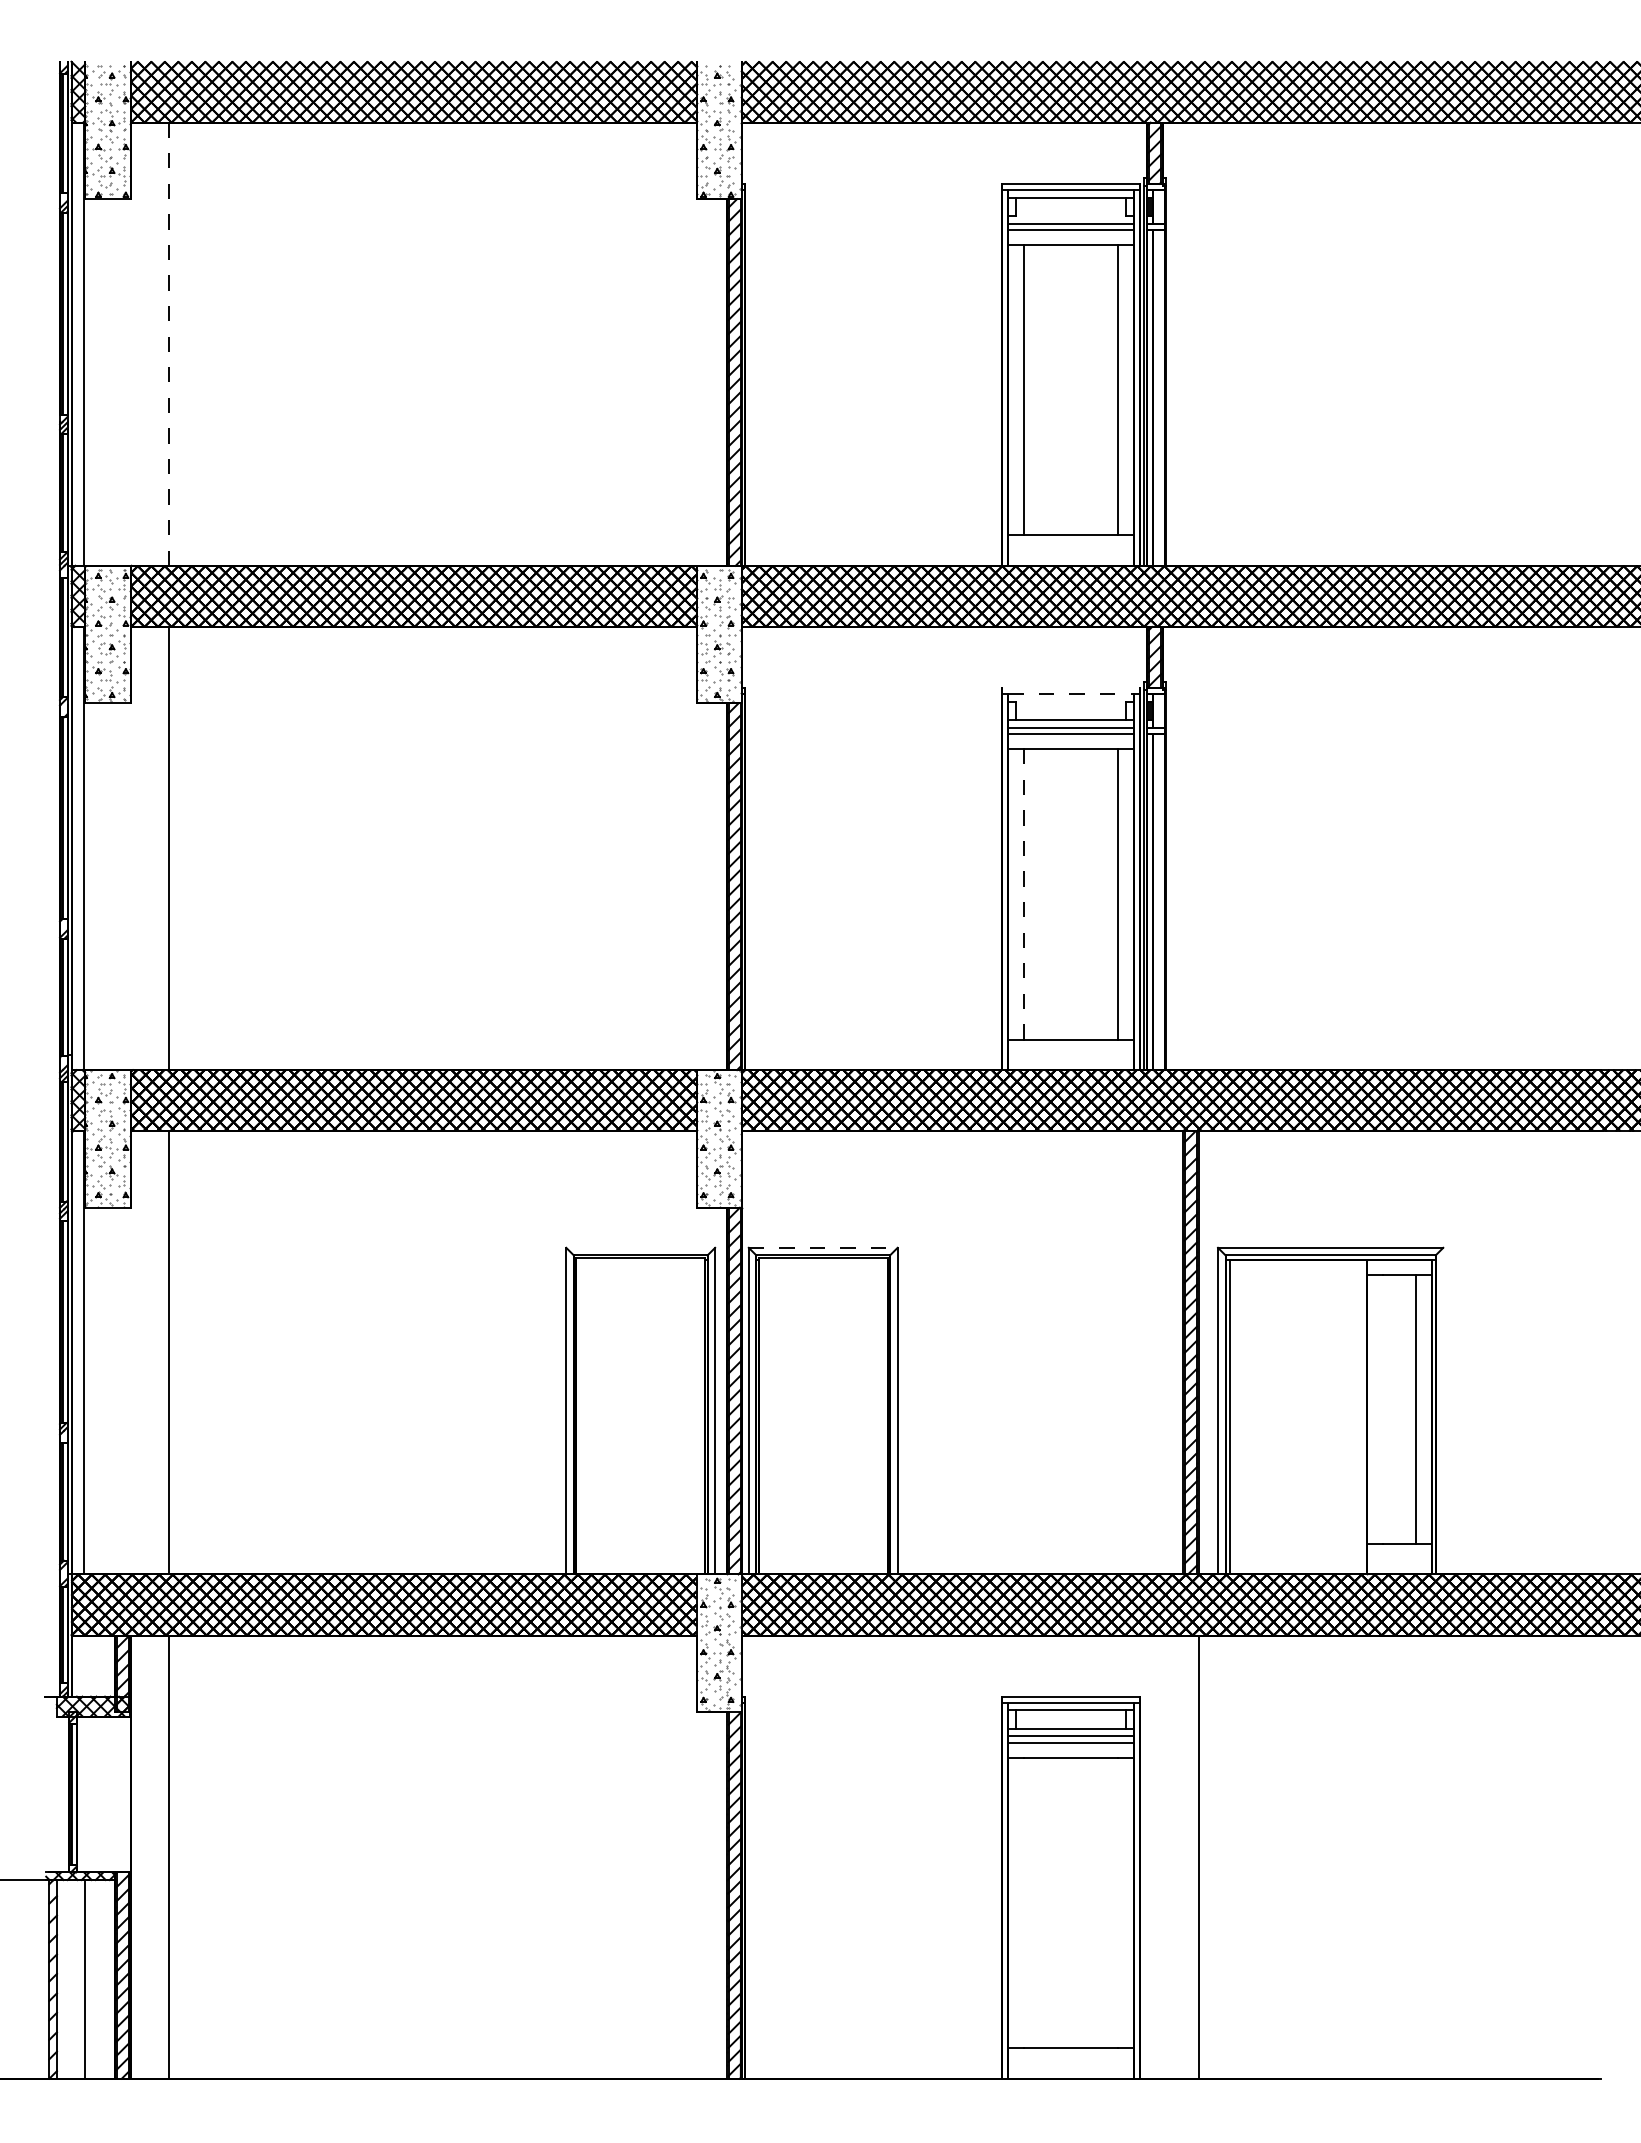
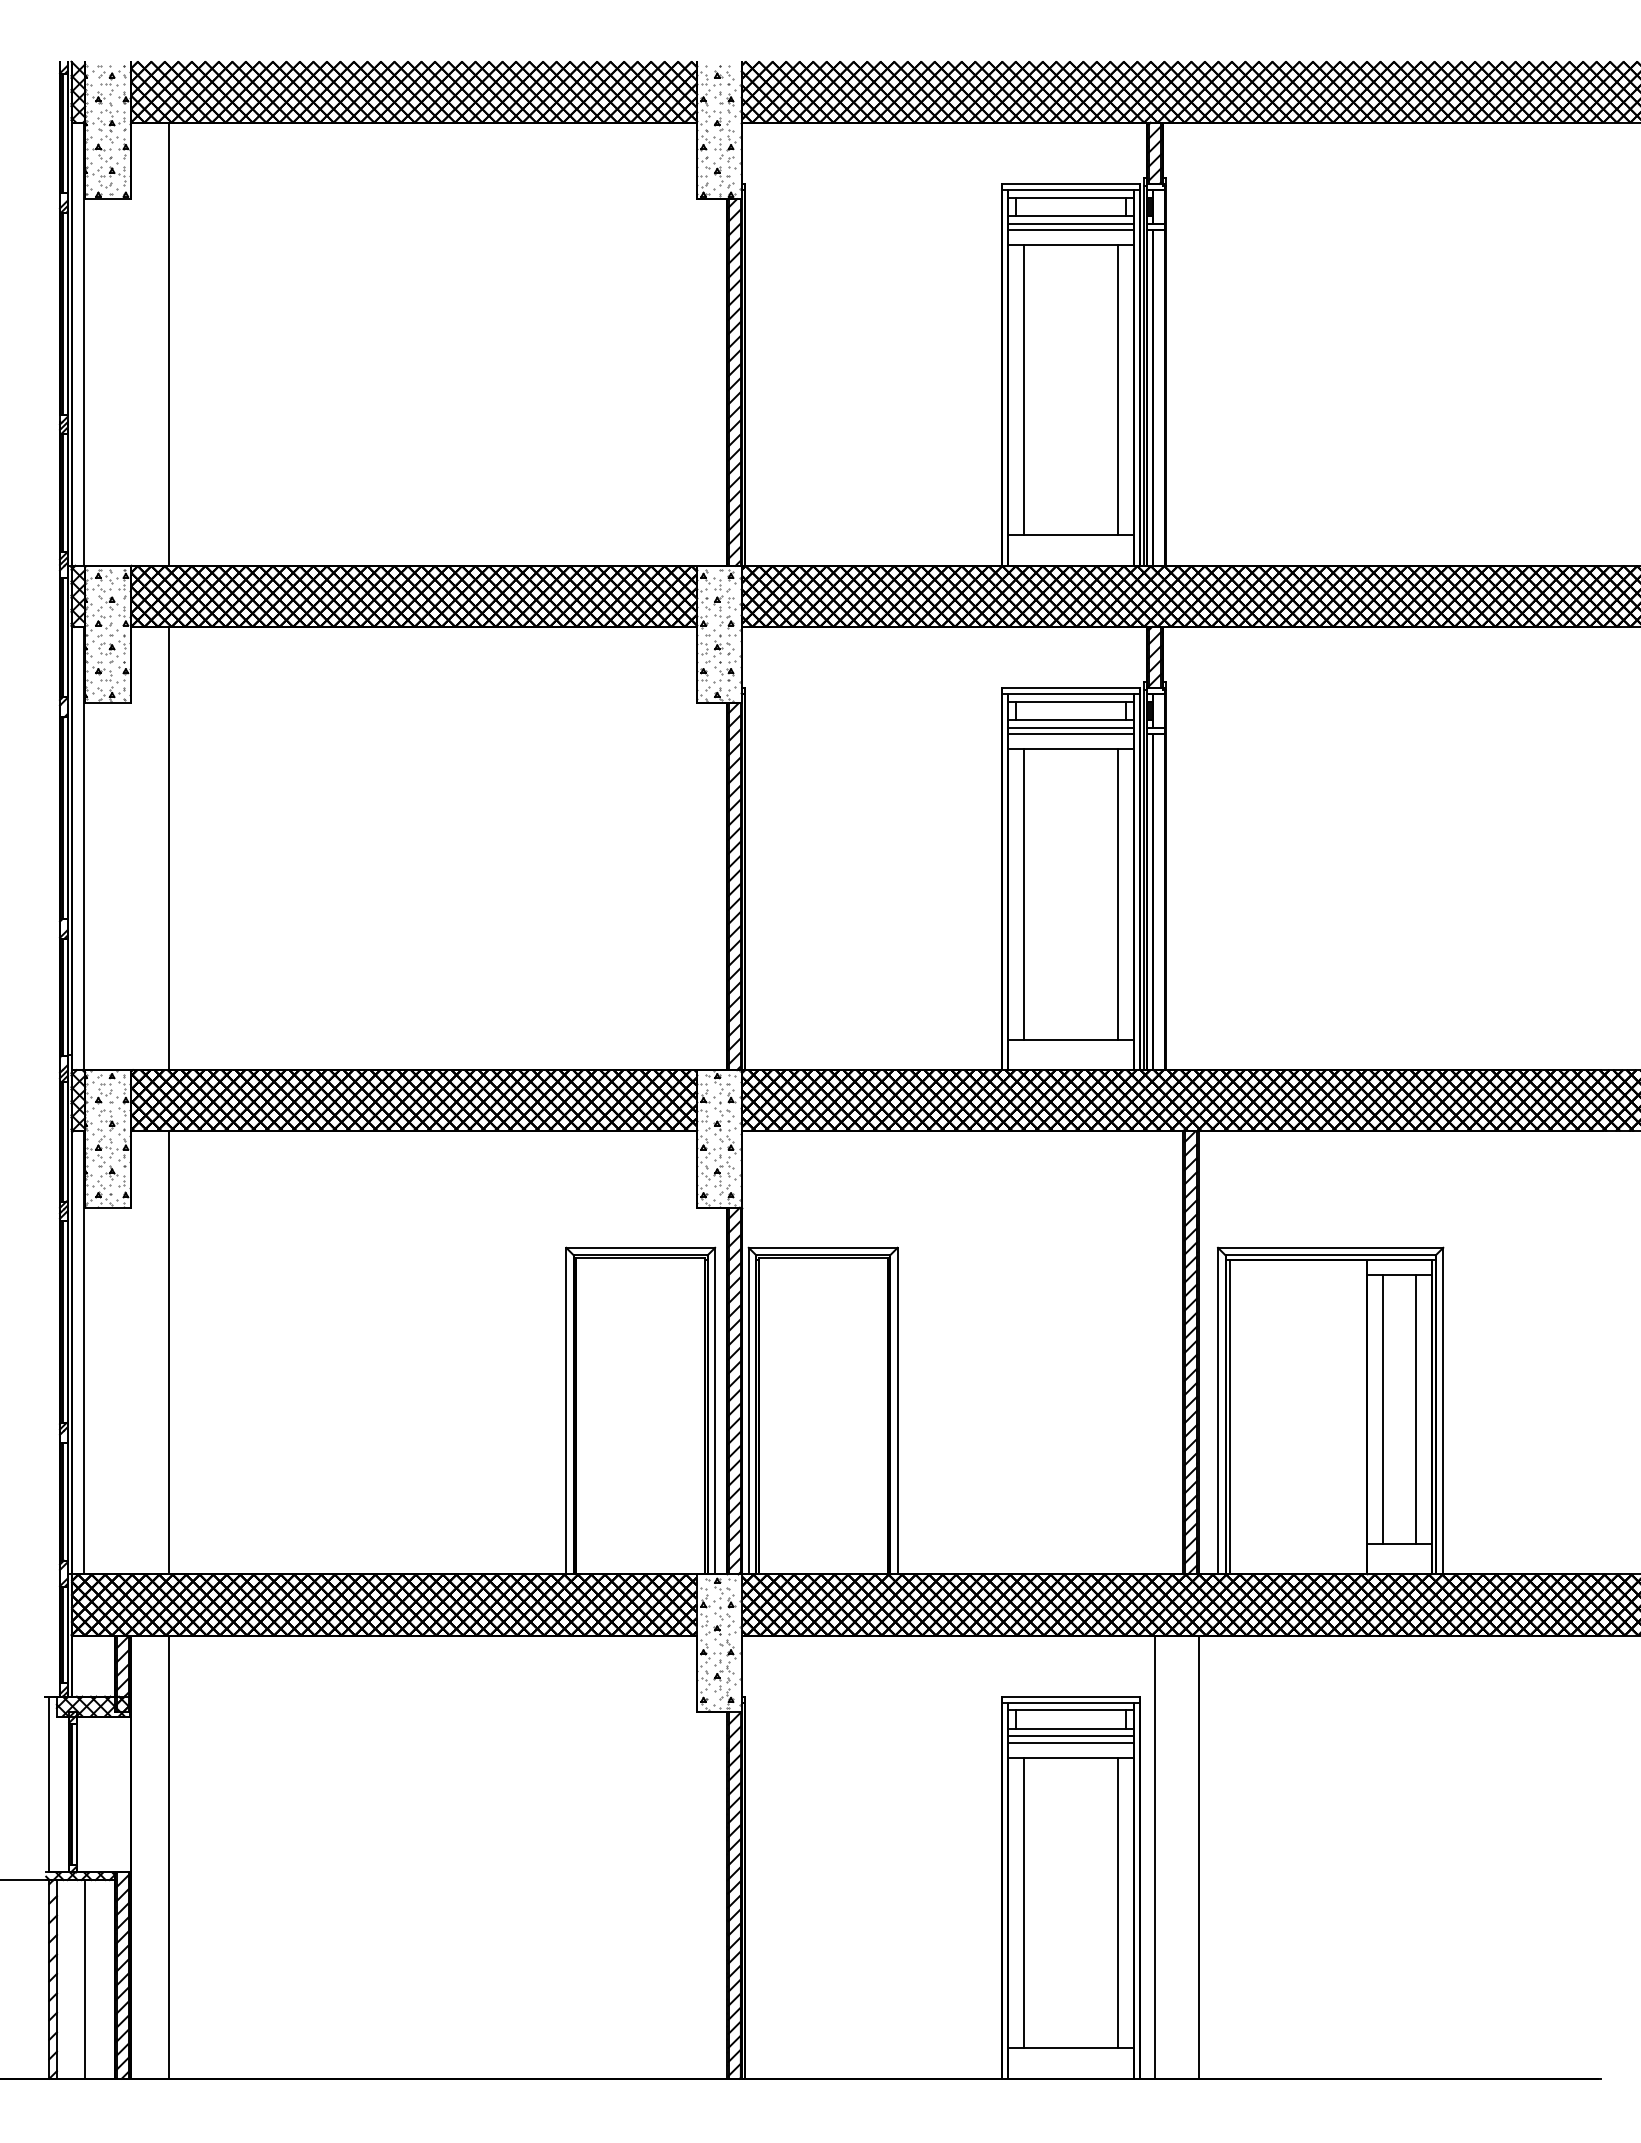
line at (1070, 215): none -> present
line at (169, 344): dashed -> solid
line at (1070, 688): none -> present
line at (1070, 694): dashed -> solid
line at (1070, 701): none -> present
line at (1023, 893): dashed -> solid
line at (640, 1247): none -> present
line at (823, 1247): dashed -> solid
line at (1382, 1408): none -> present
line at (1443, 1410): none -> present
line at (49, 1784): none -> present
line at (1154, 1856): none -> present
line at (1023, 1902): none -> present
line at (1118, 1902): none -> present
